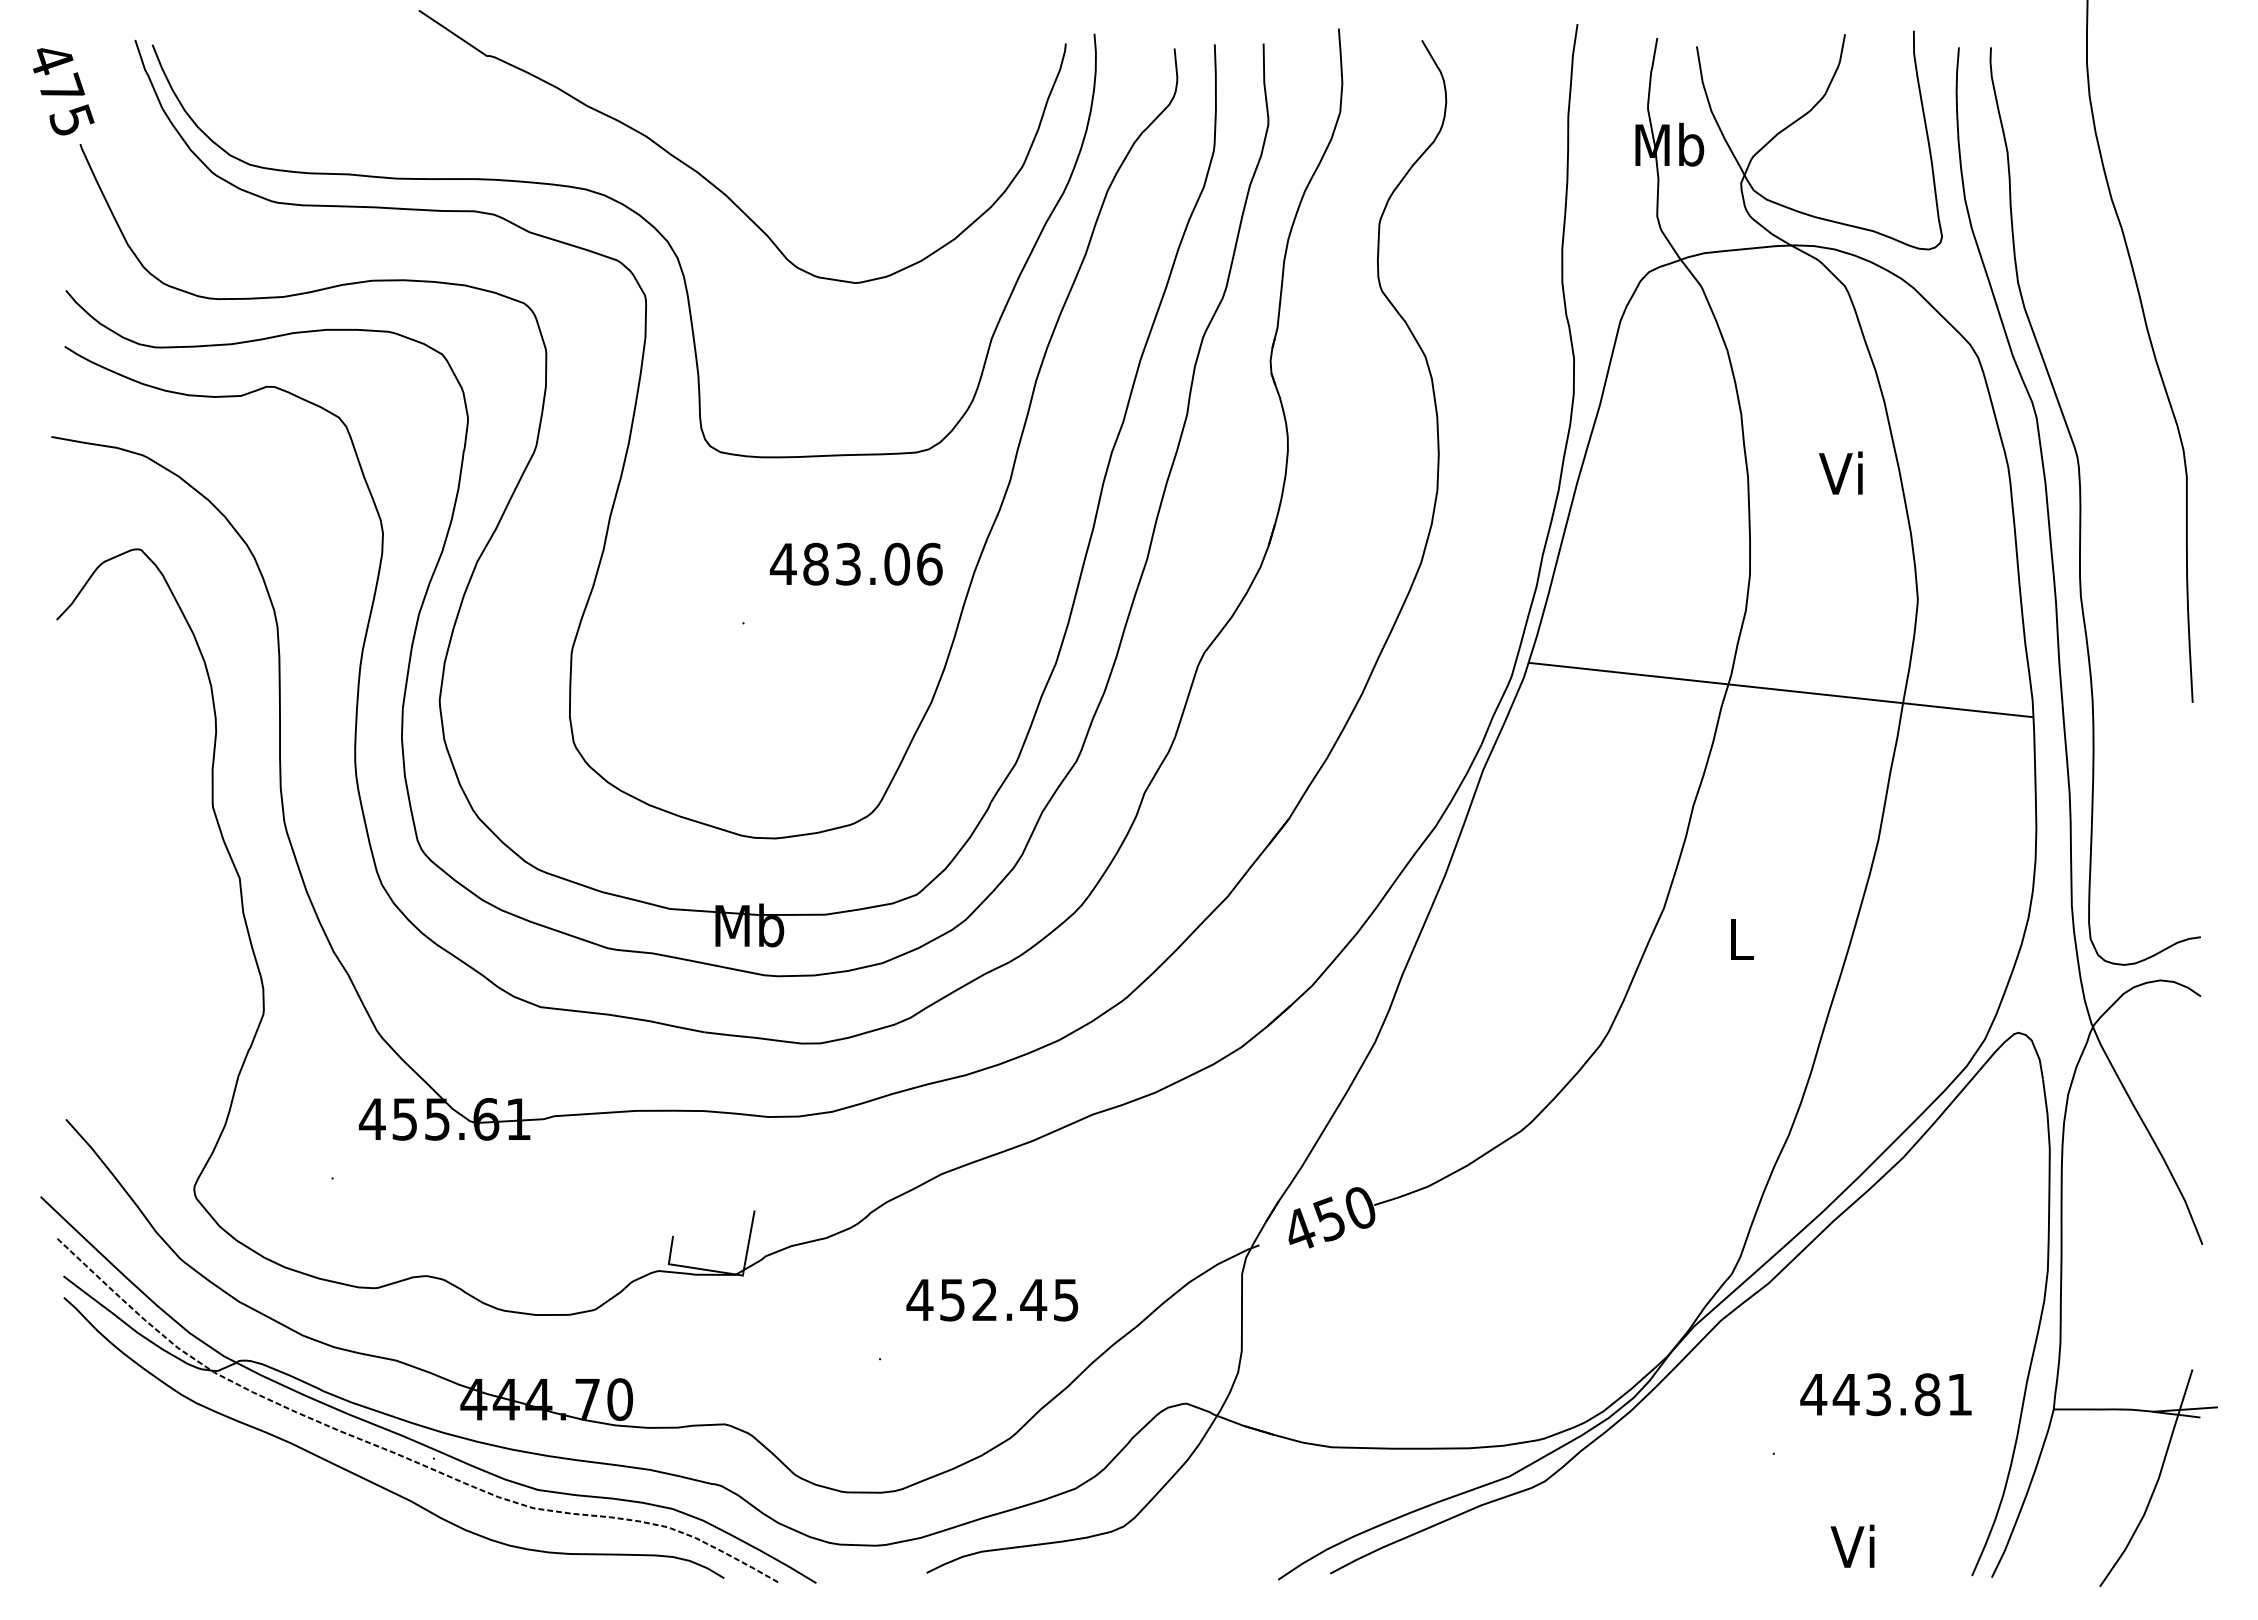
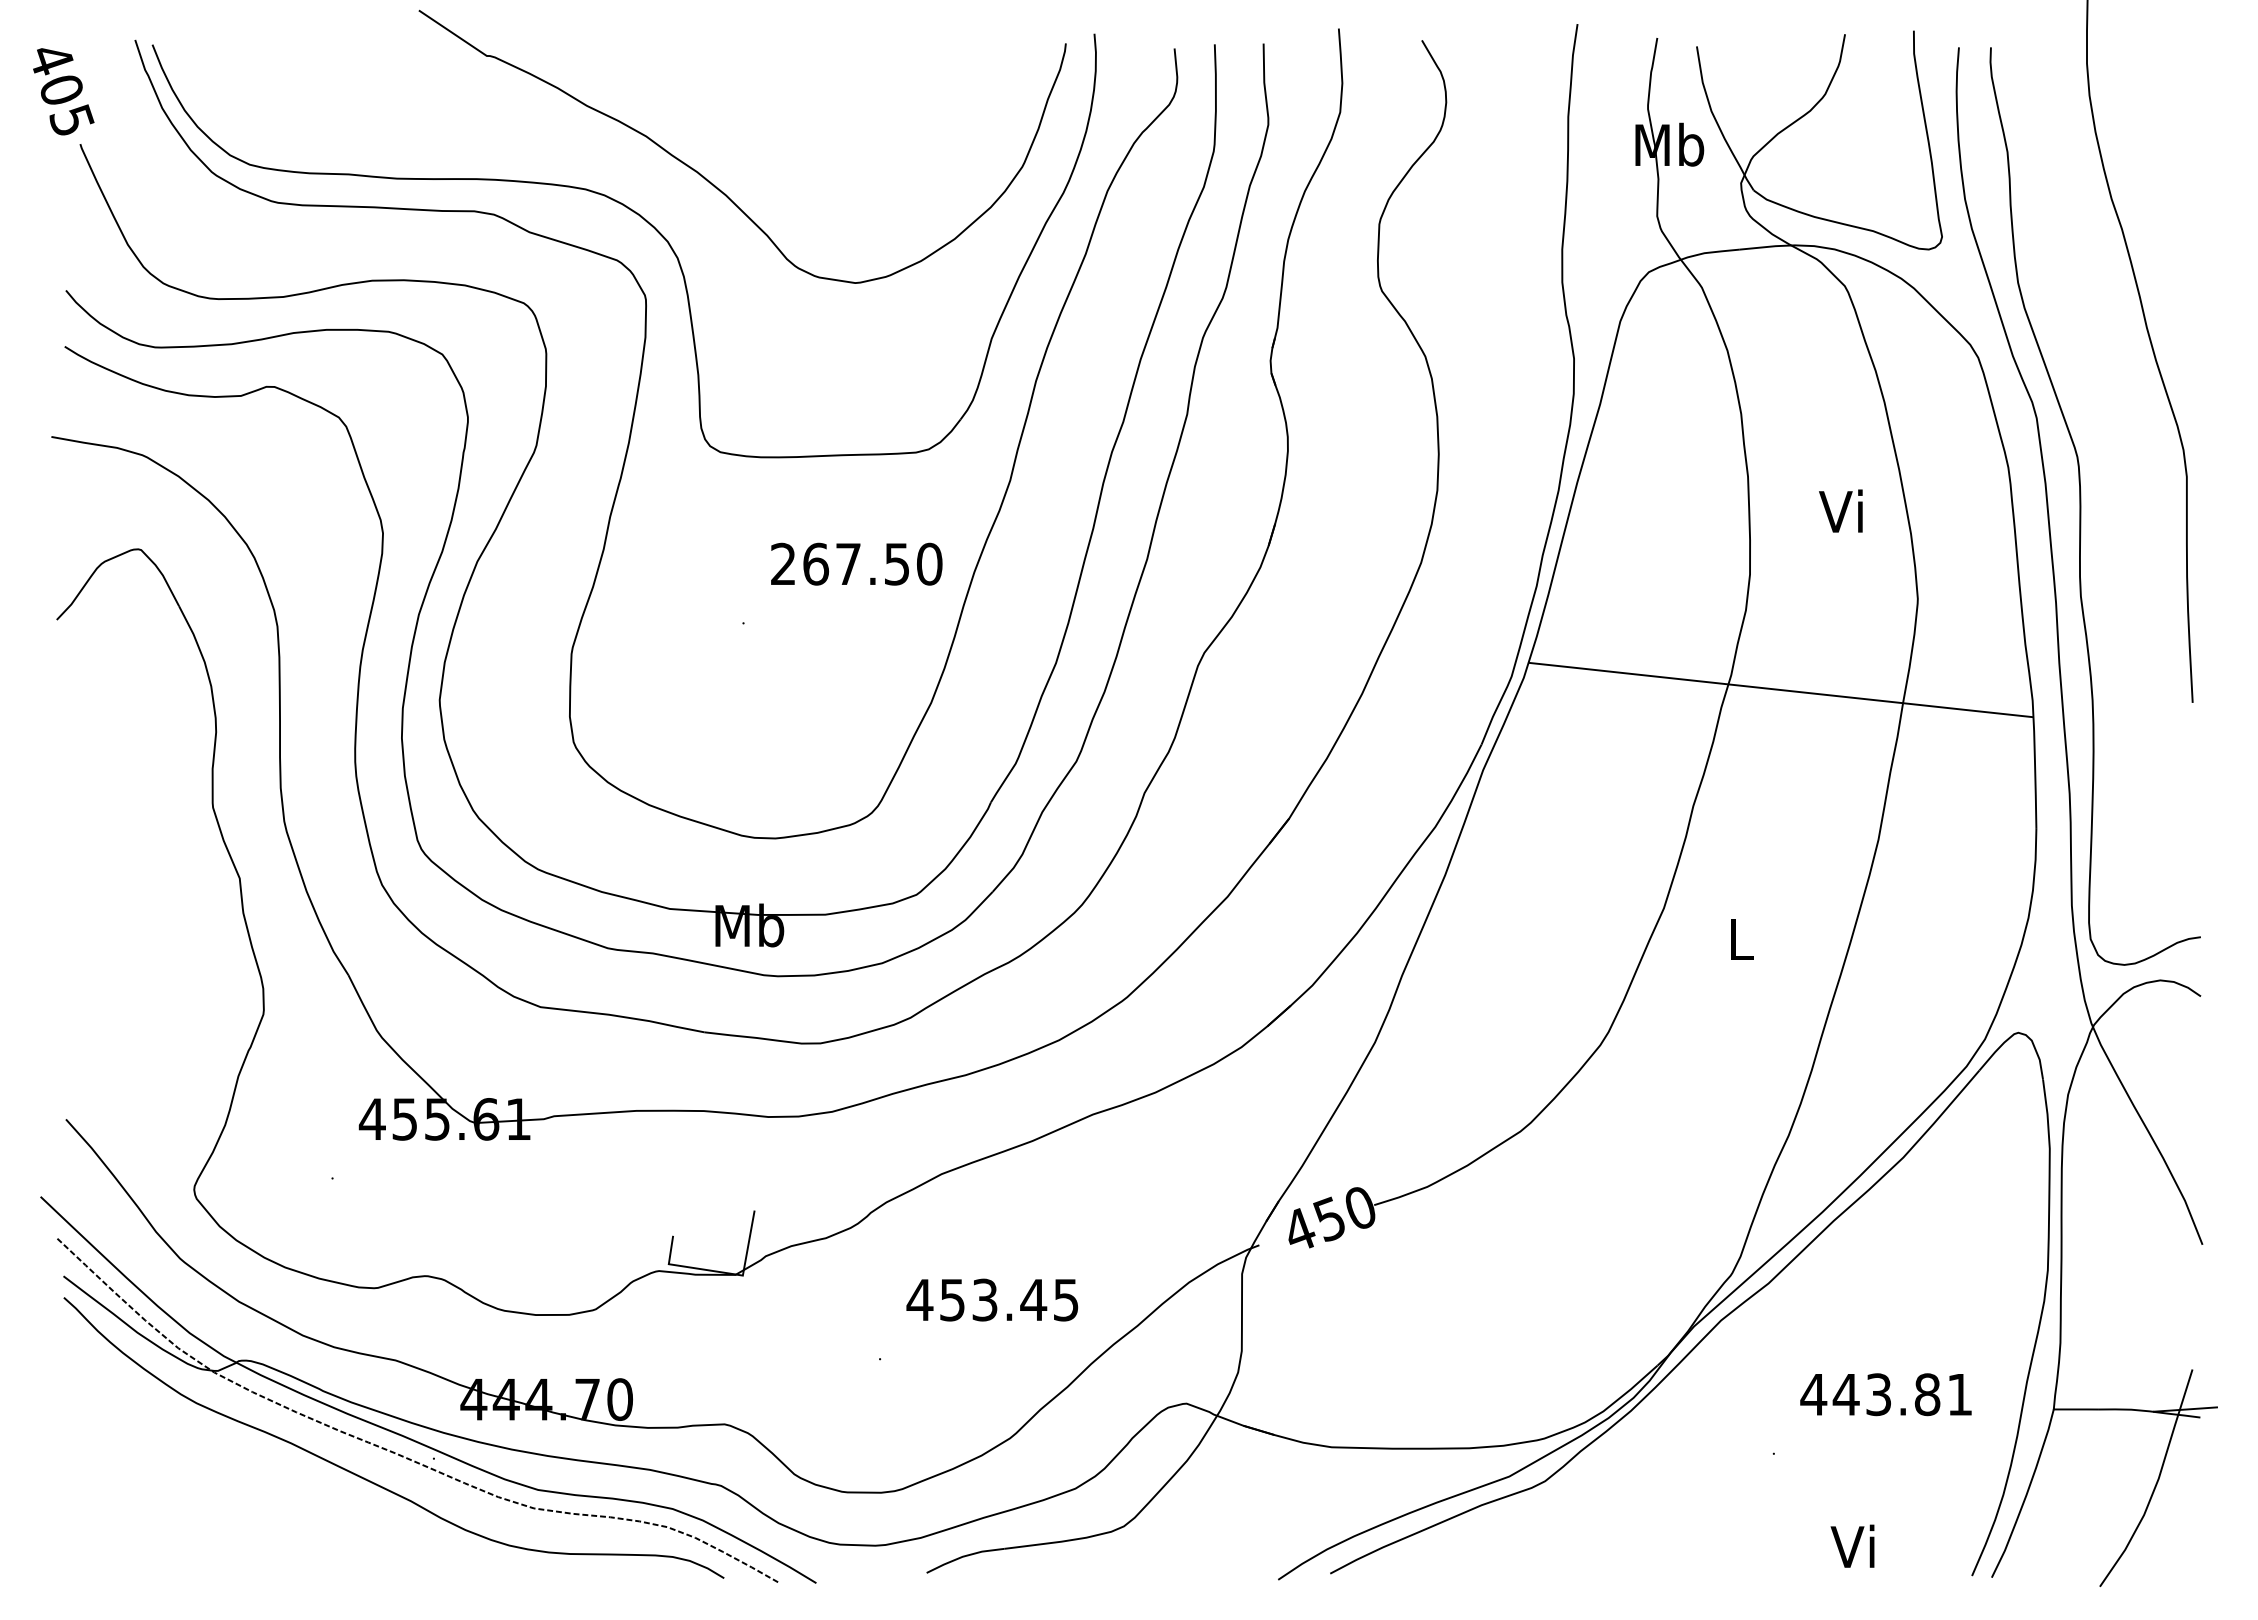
text at (62, 88): 475 -> 405
text at (1840, 472) position: (1840, 472) -> (1840, 510)
text at (855, 563): 483.06 -> 267.50
text at (984, 1299): 452.45 -> 453.45
